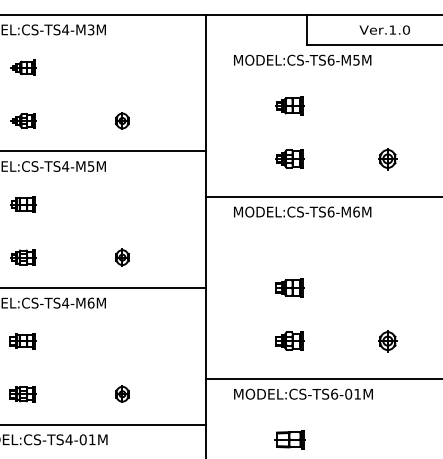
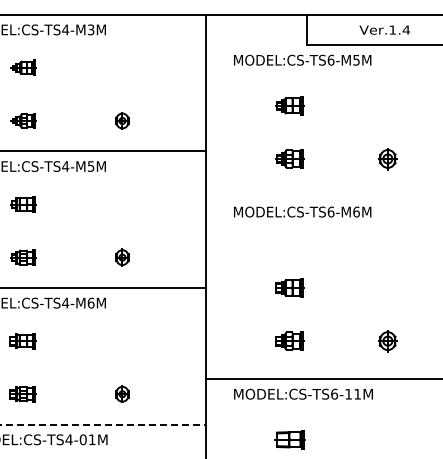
text at (406, 29): Ver.1.0 -> Ver.1.4
line at (322, 196): present -> none
text at (348, 393): MODEL:CS-TS6-01M -> MODEL:CS-TS6-11M
line at (102, 424): solid -> dashed
